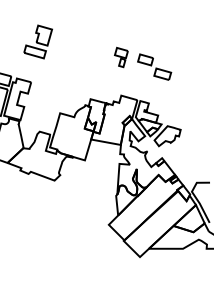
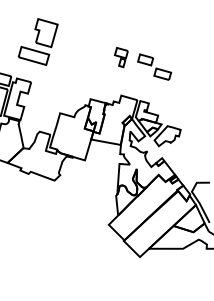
part at (37, 41) size: 30x36 px -> 42x48 px
